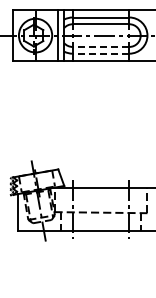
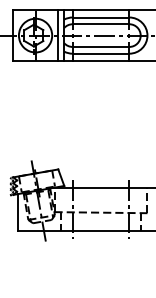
line at (100, 46): dashed -> solid
line at (100, 53): dashed -> solid
